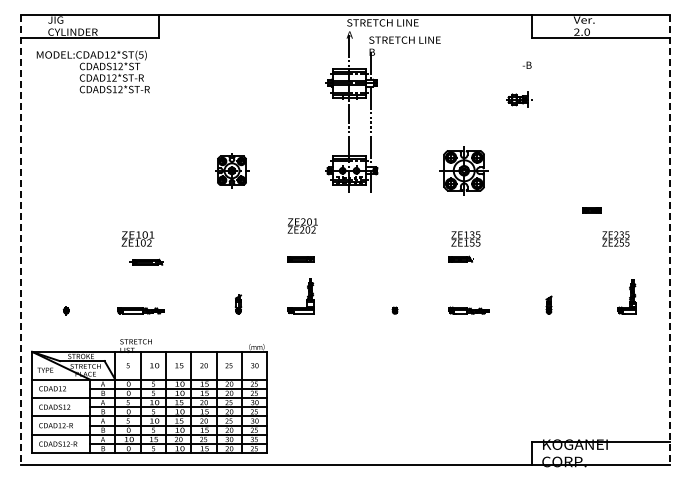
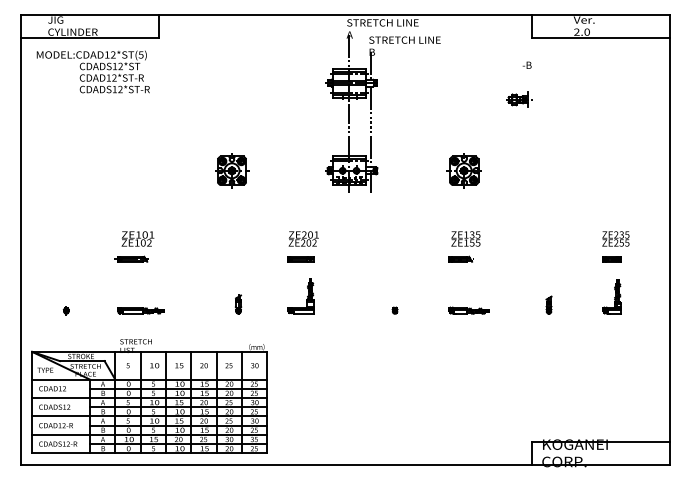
part at (463, 170) size: 50x50 px -> 36x36 px
part at (591, 210) position: (591, 210) -> (611, 259)
text at (302, 225) position: (302, 225) -> (303, 238)
line at (20, 240): dashed -> solid
line at (670, 240): dashed -> solid
part at (146, 261) position: (146, 261) -> (131, 258)
part at (626, 296) position: (626, 296) -> (611, 296)
